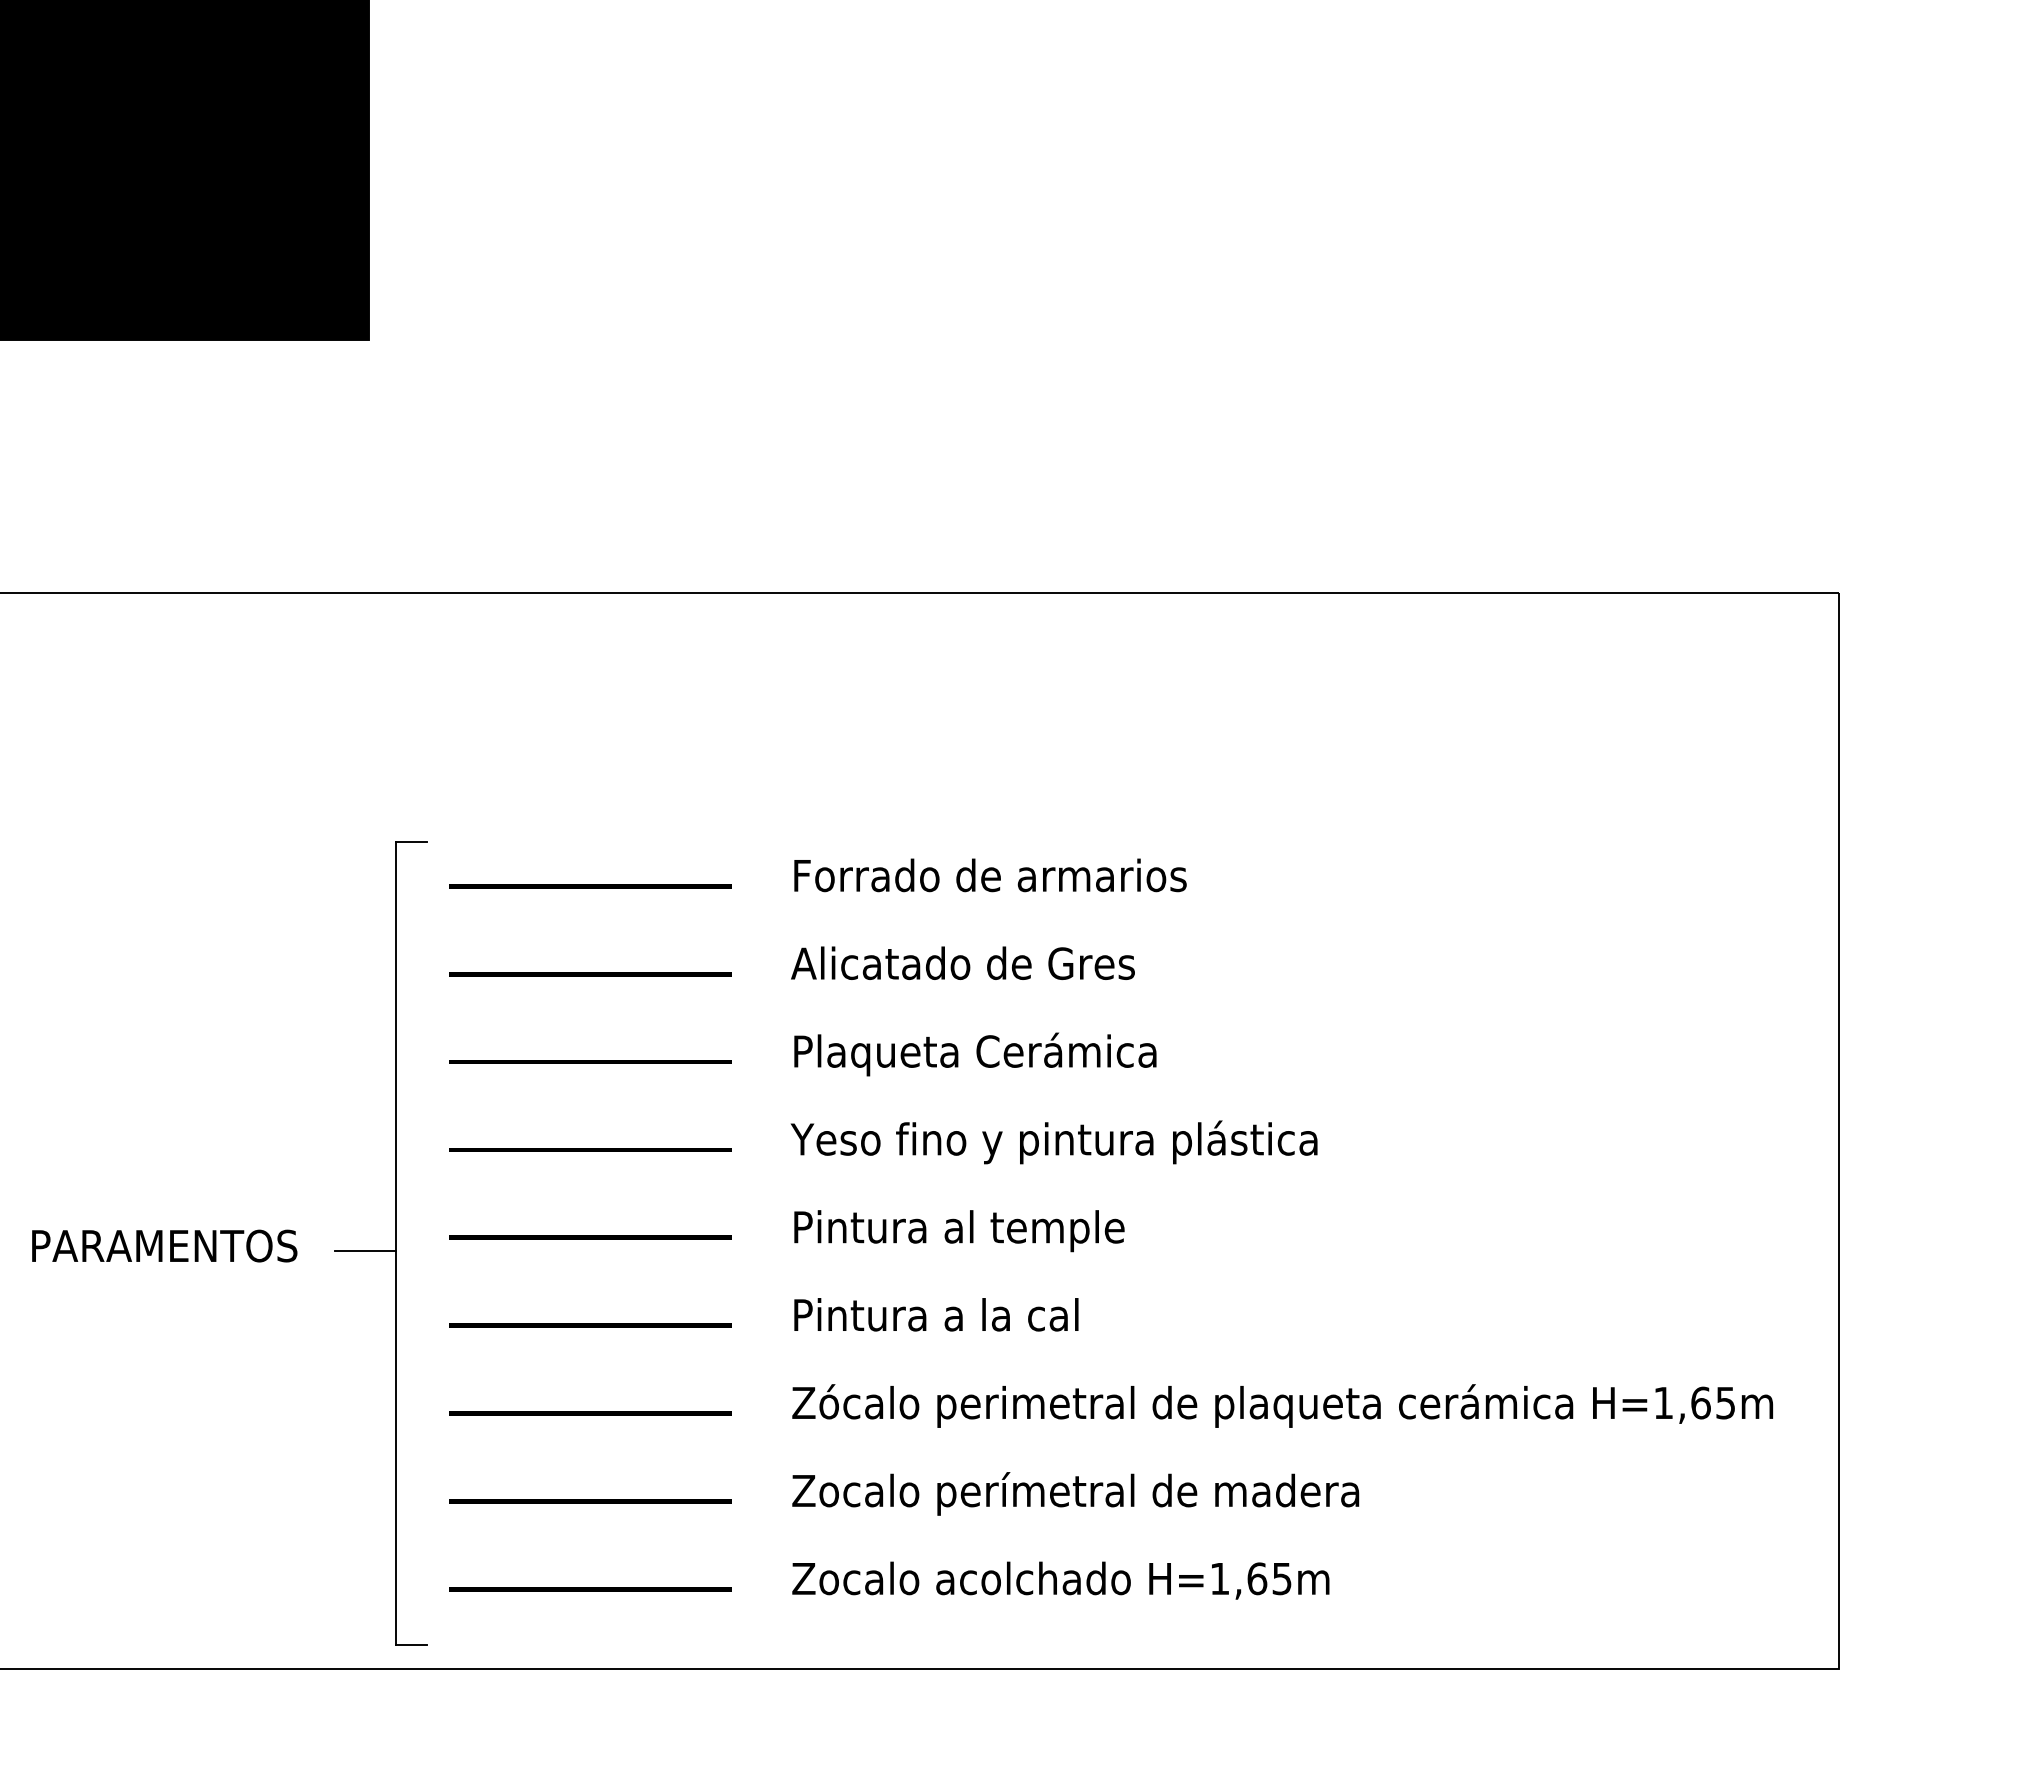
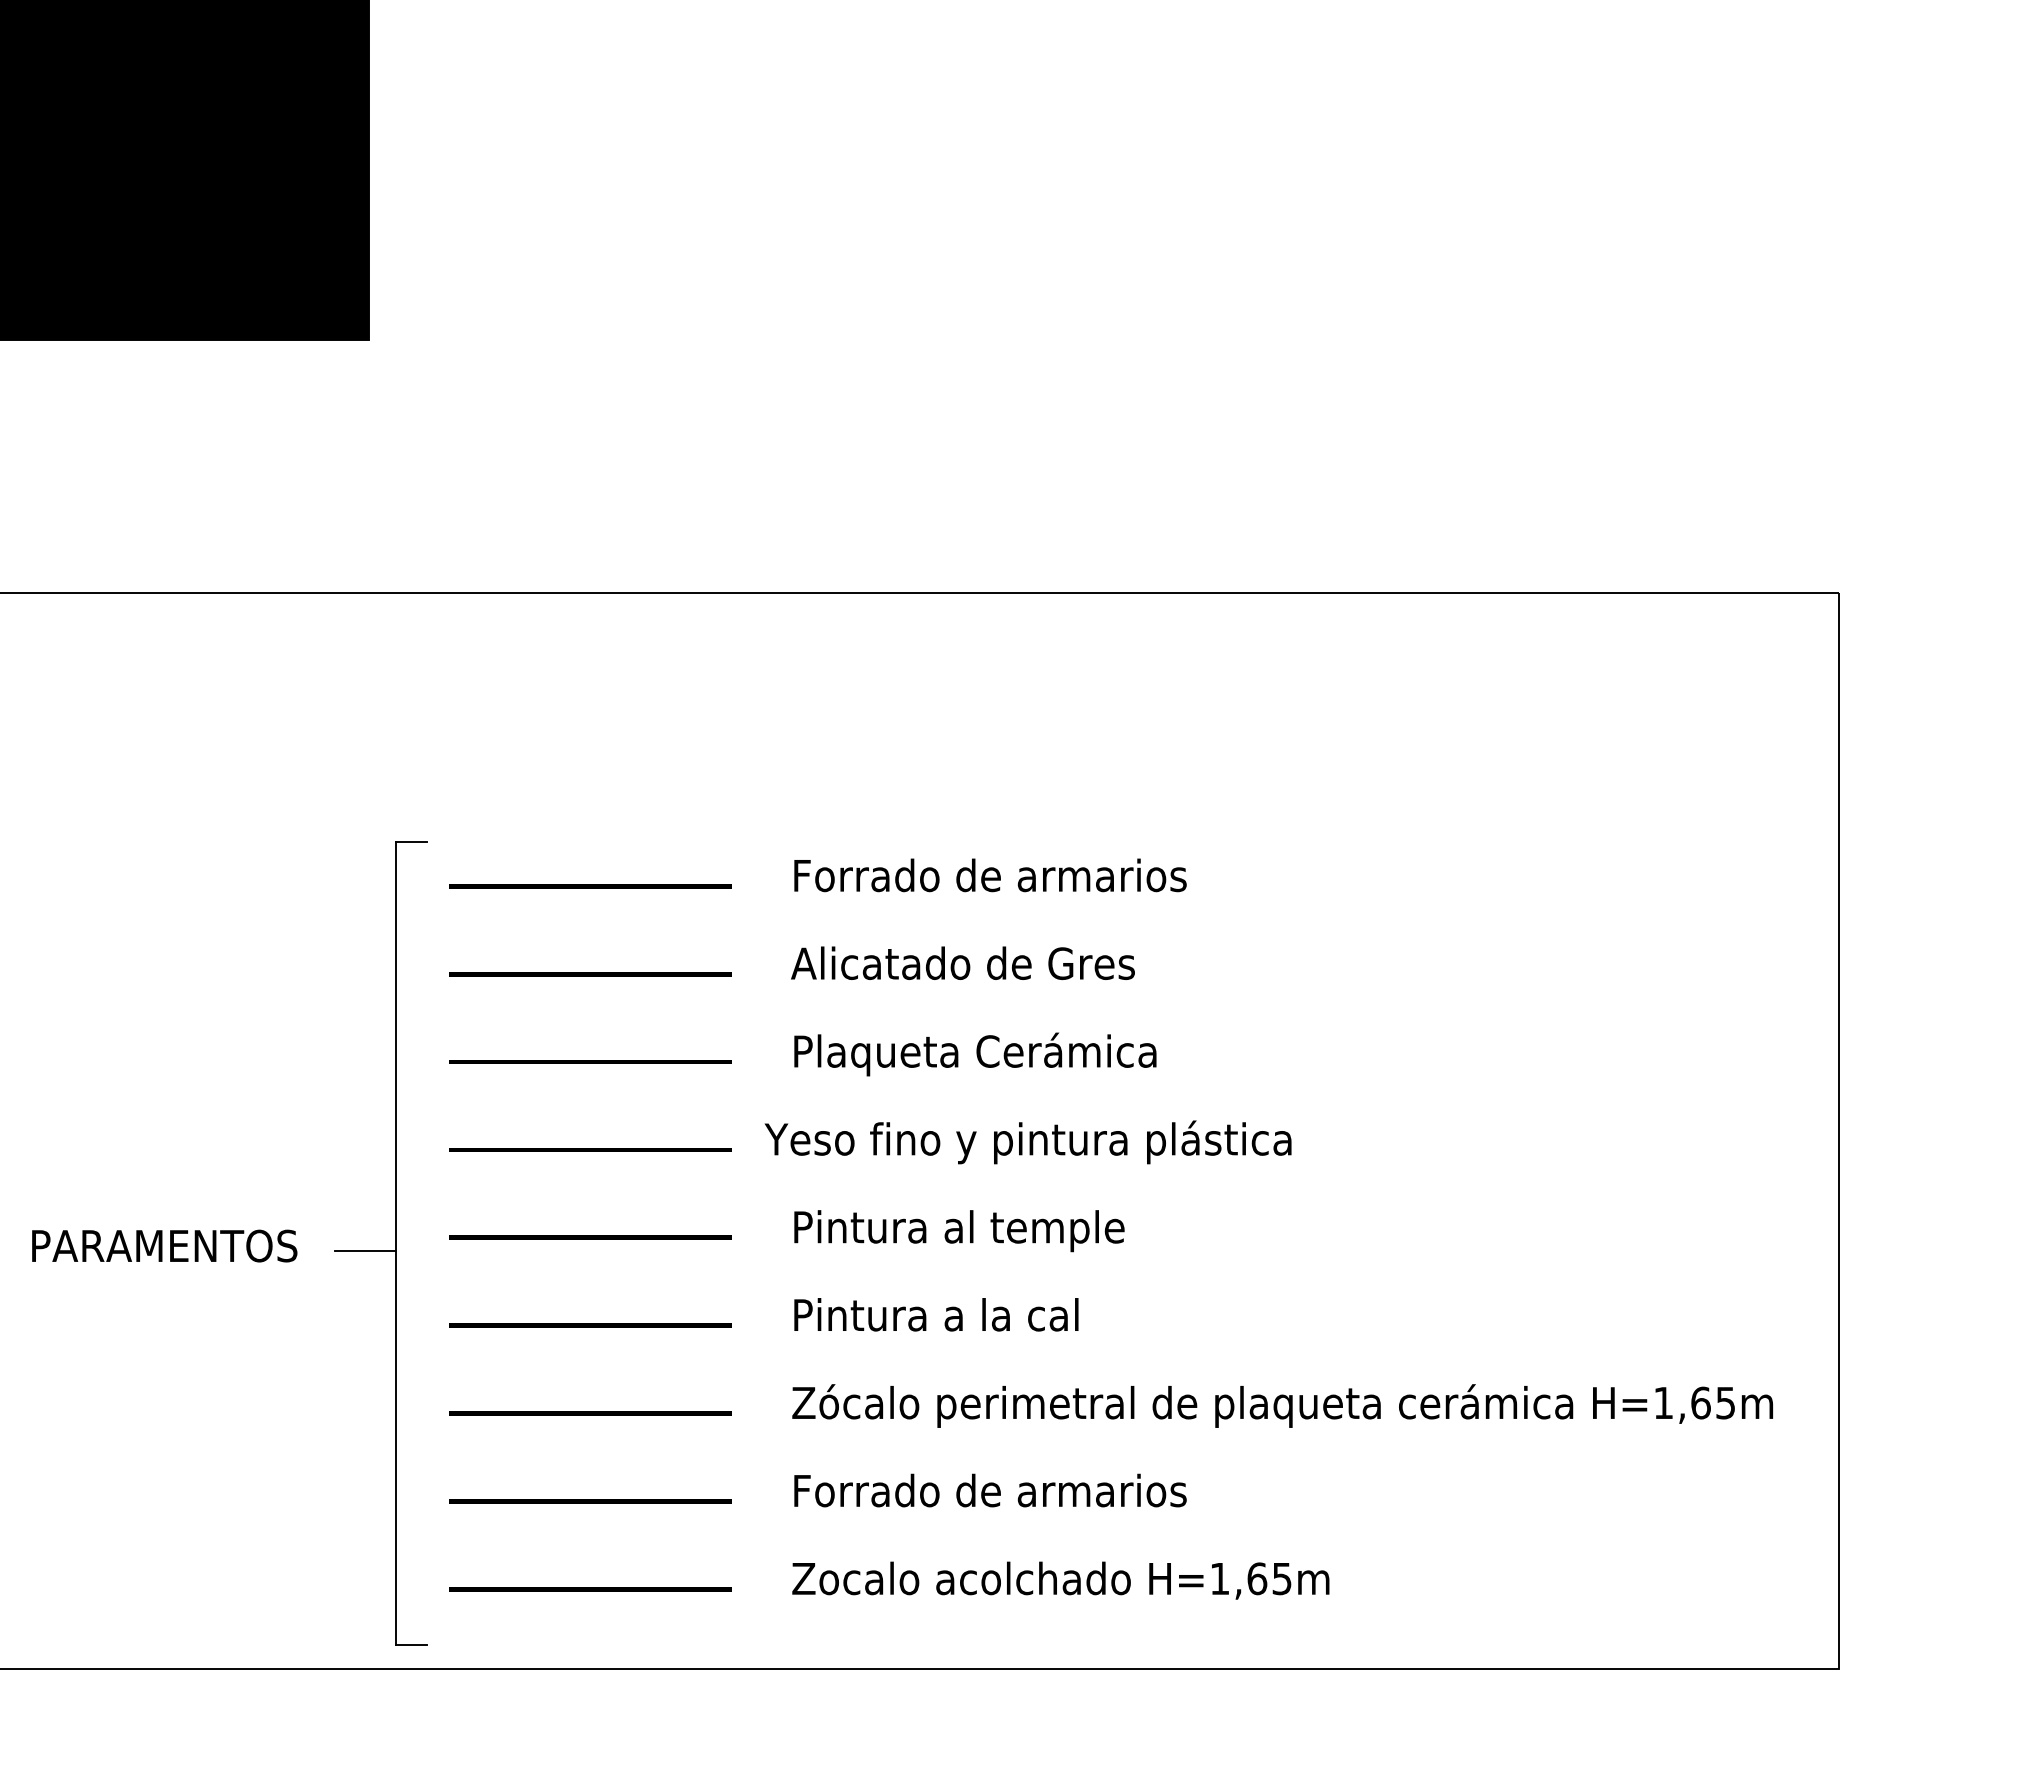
text at (1053, 1142) position: (1053, 1142) -> (1027, 1142)
text at (1075, 1493): Zocalo perímetral de madera -> Forrado de armarios
